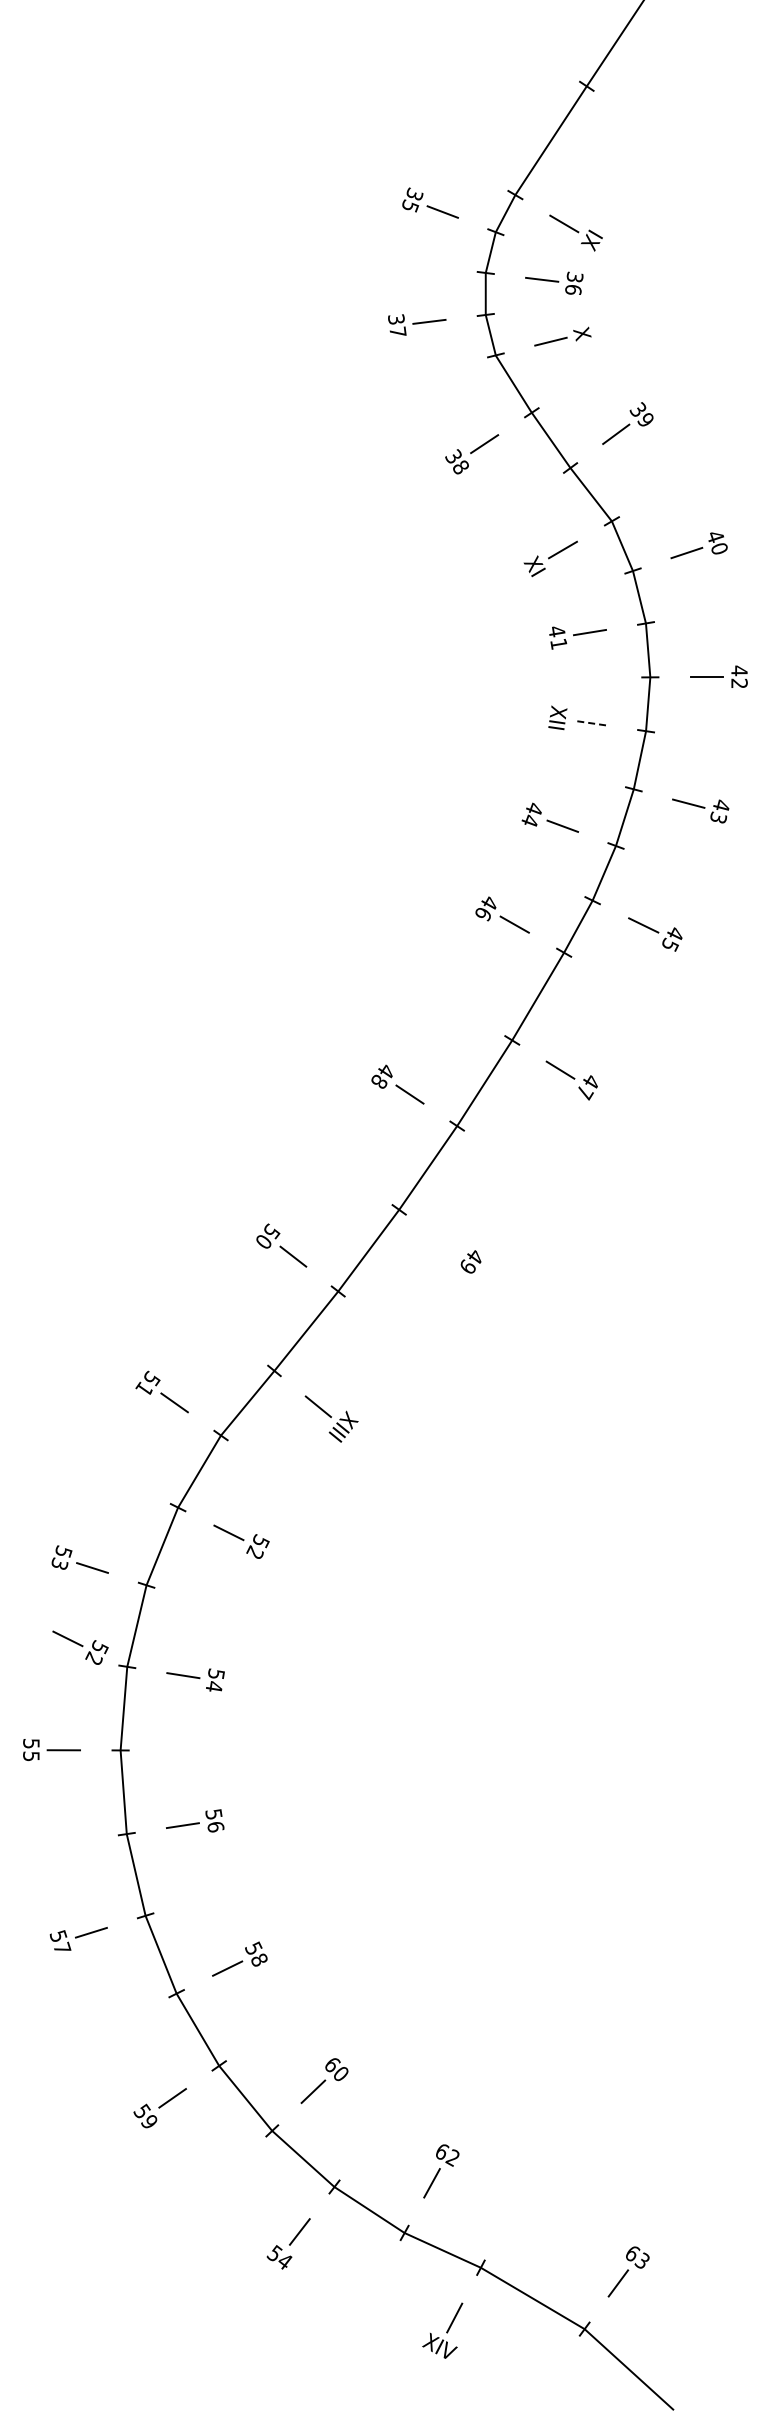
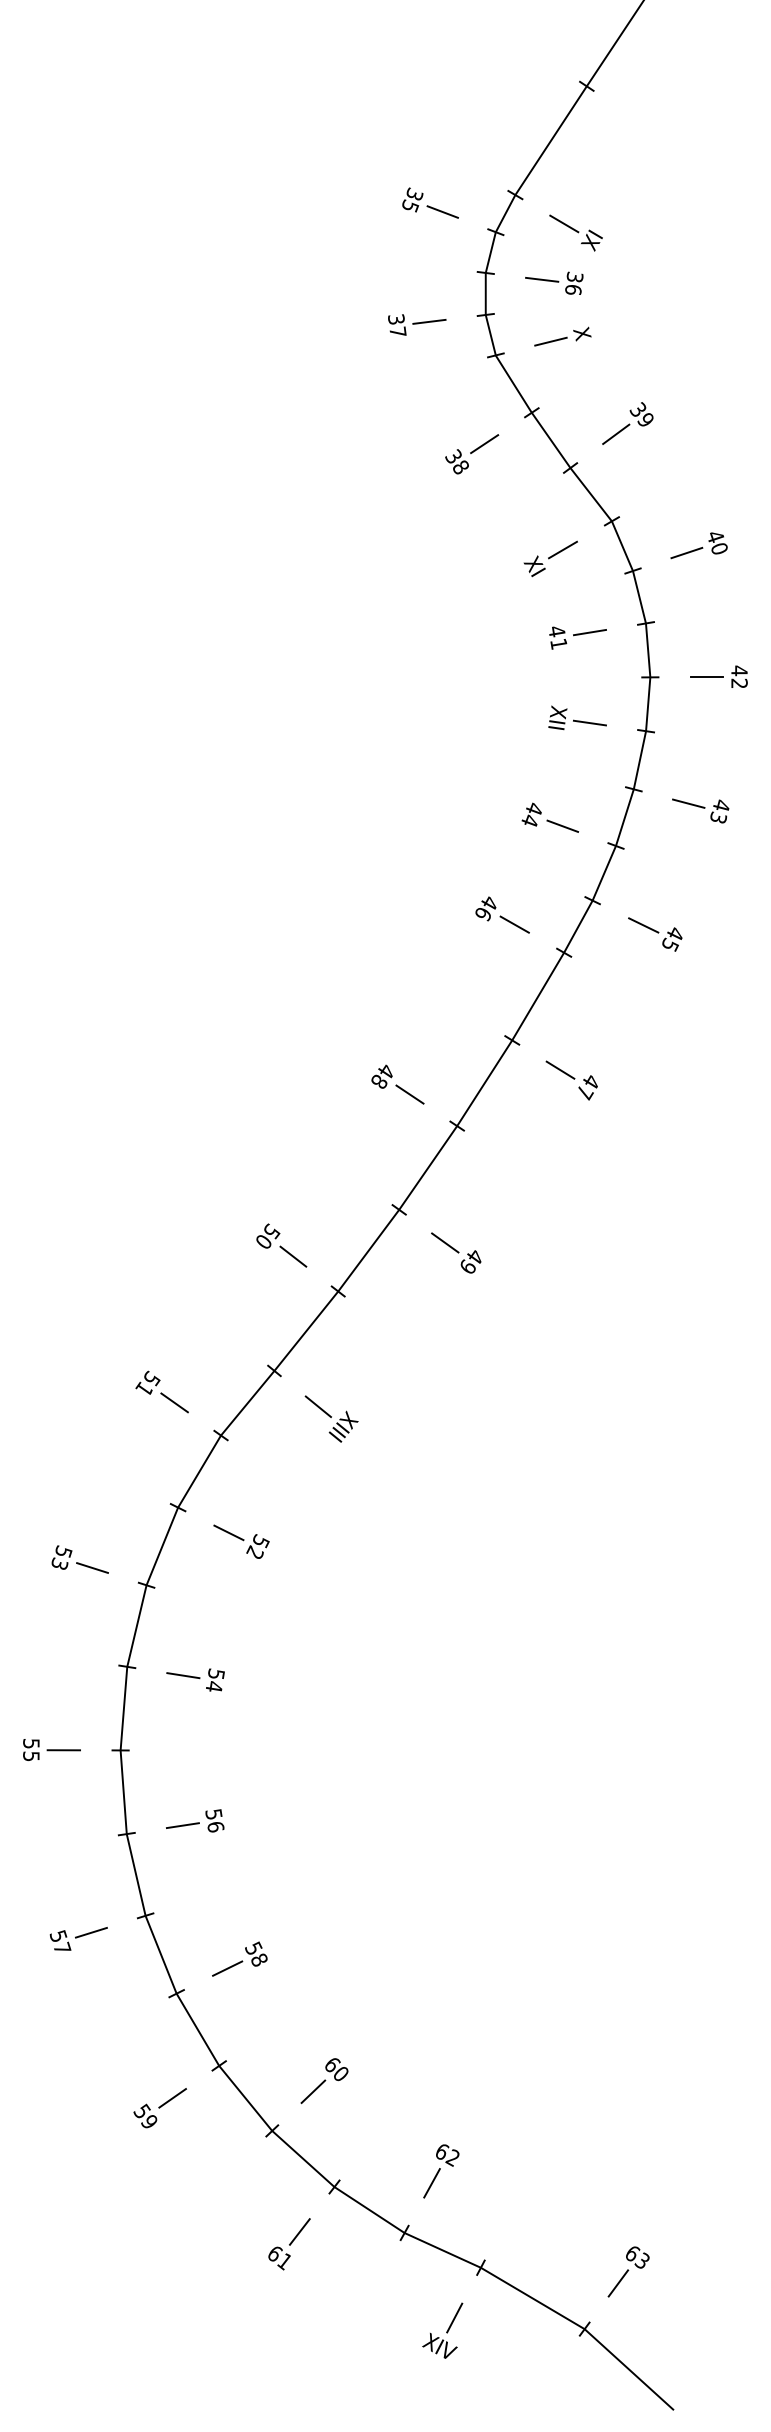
line at (589, 723): dashed -> solid
line at (445, 1242): none -> present
part at (80, 1647): present -> none
text at (279, 2257): 54 -> 61
